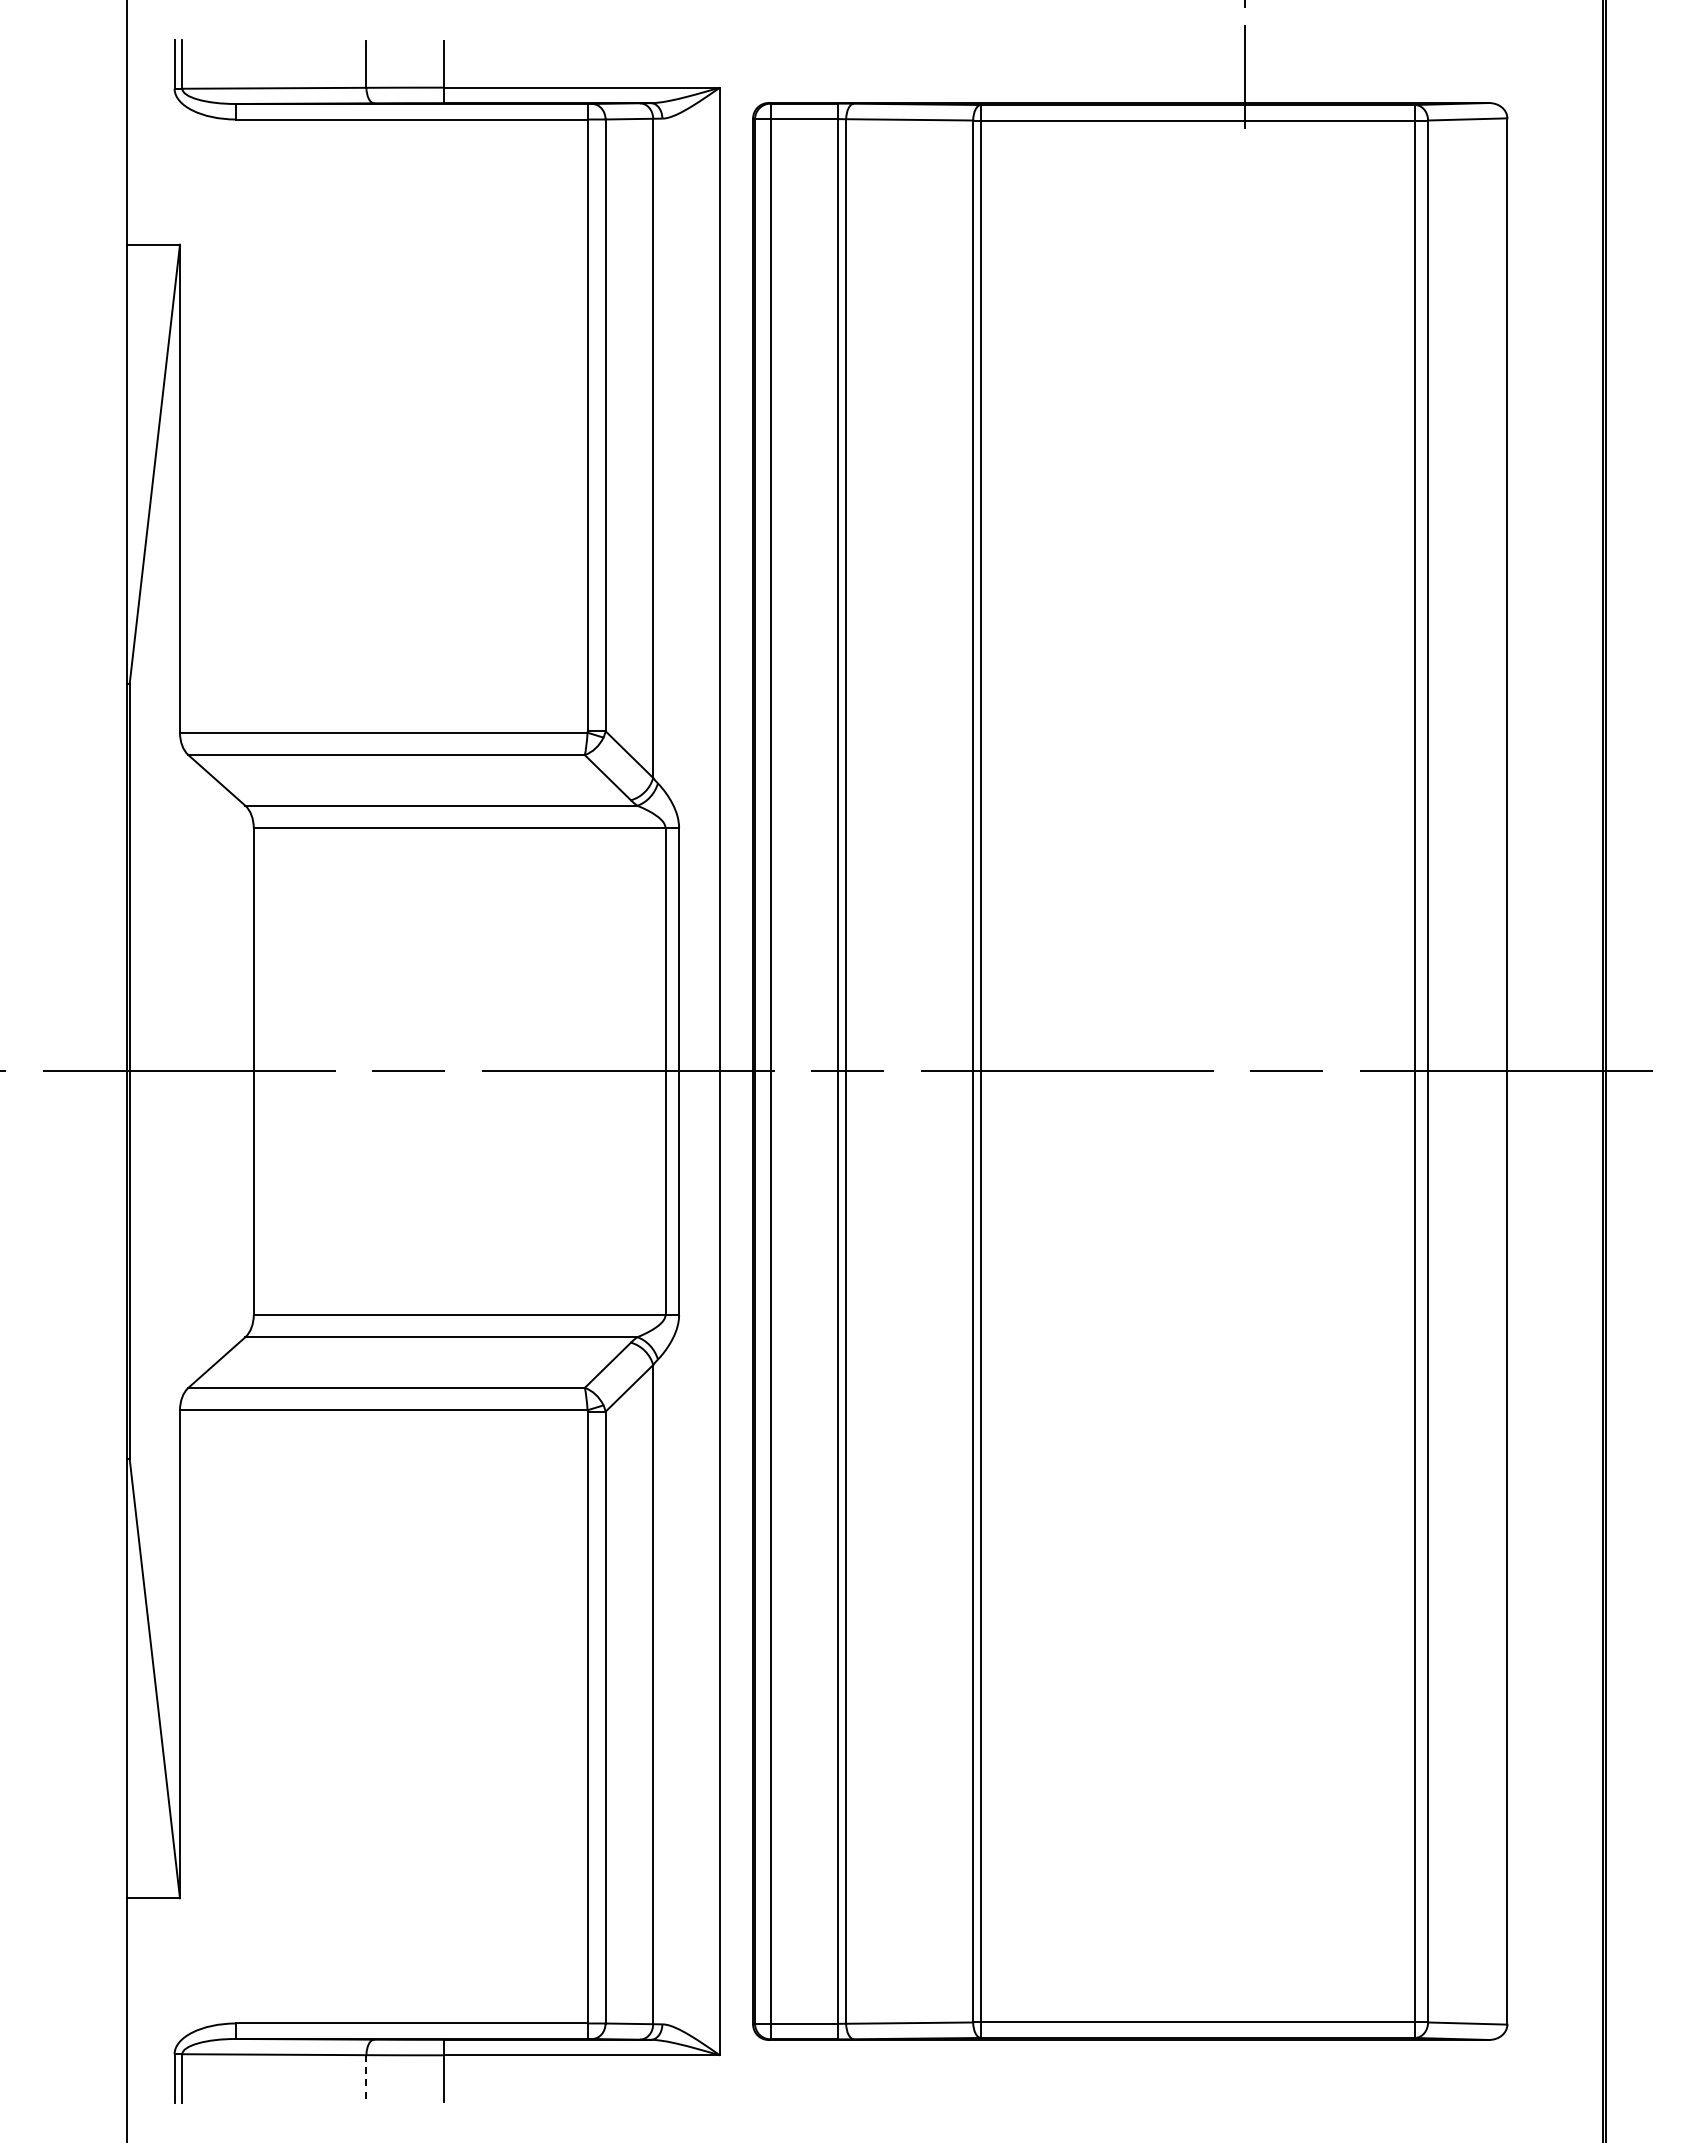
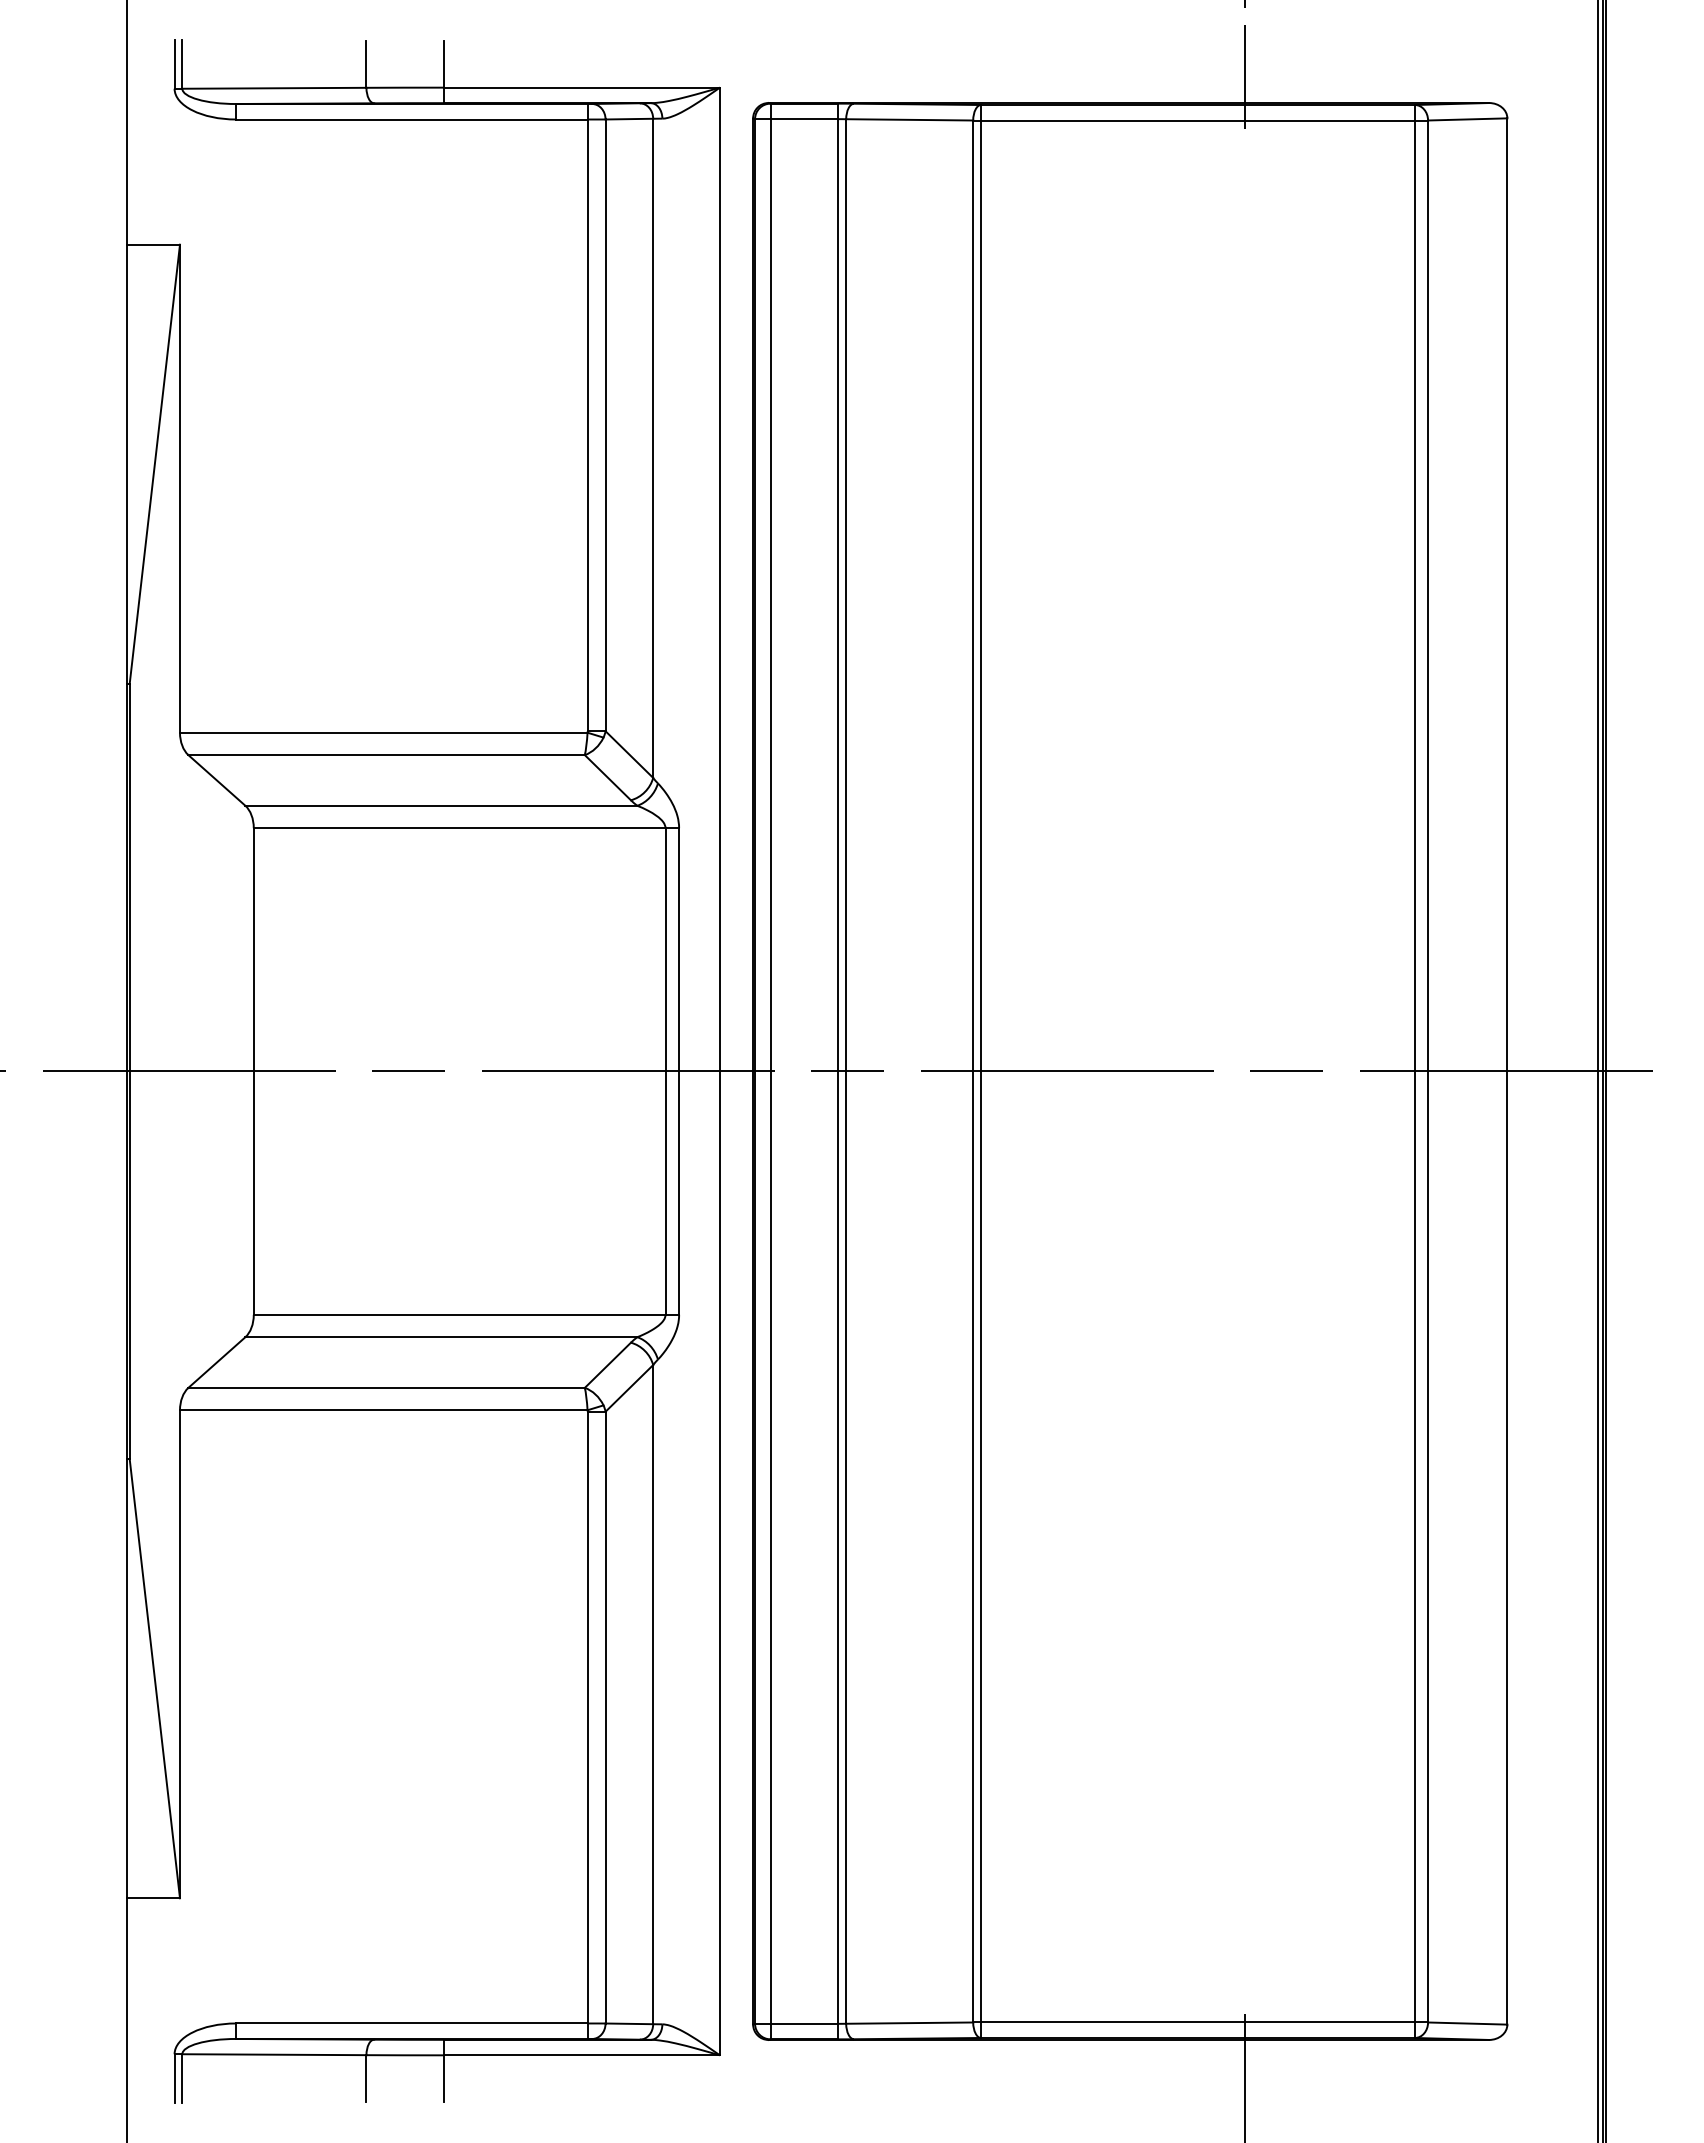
line at (1597, 1070): none -> present
line at (1245, 2076): none -> present
line at (366, 2078): dashed -> solid
